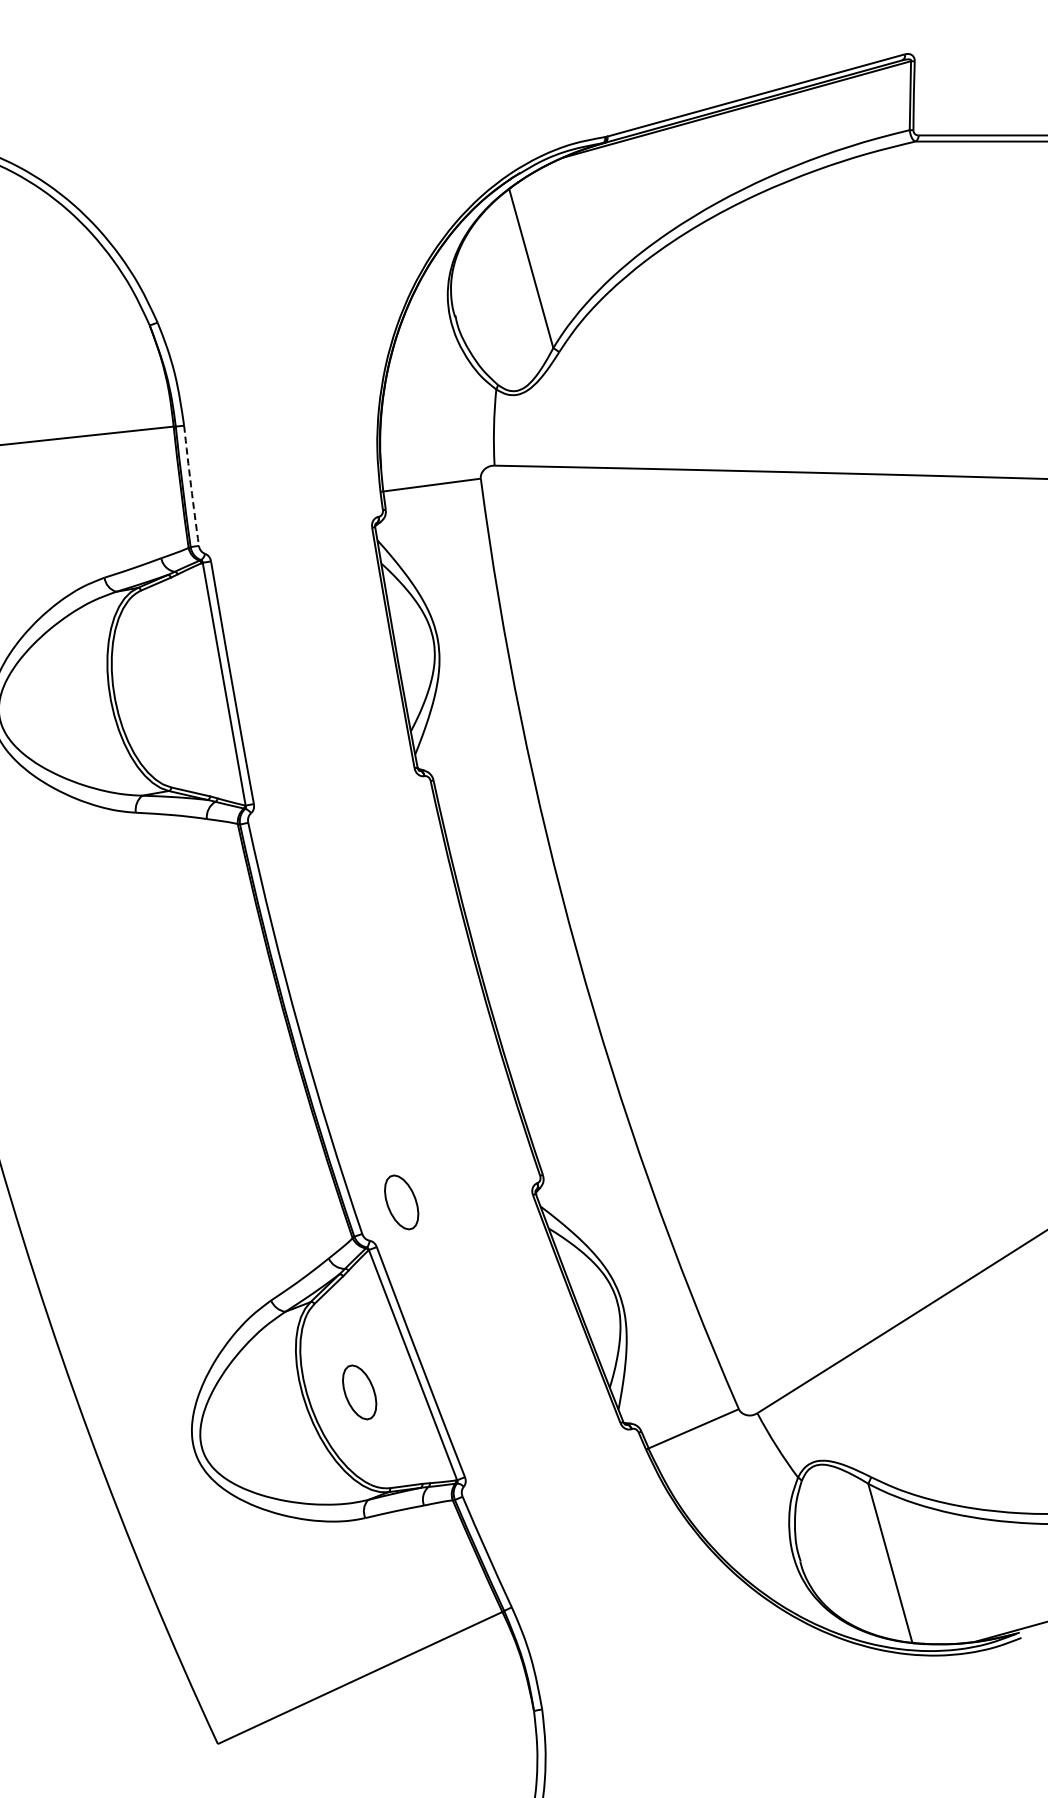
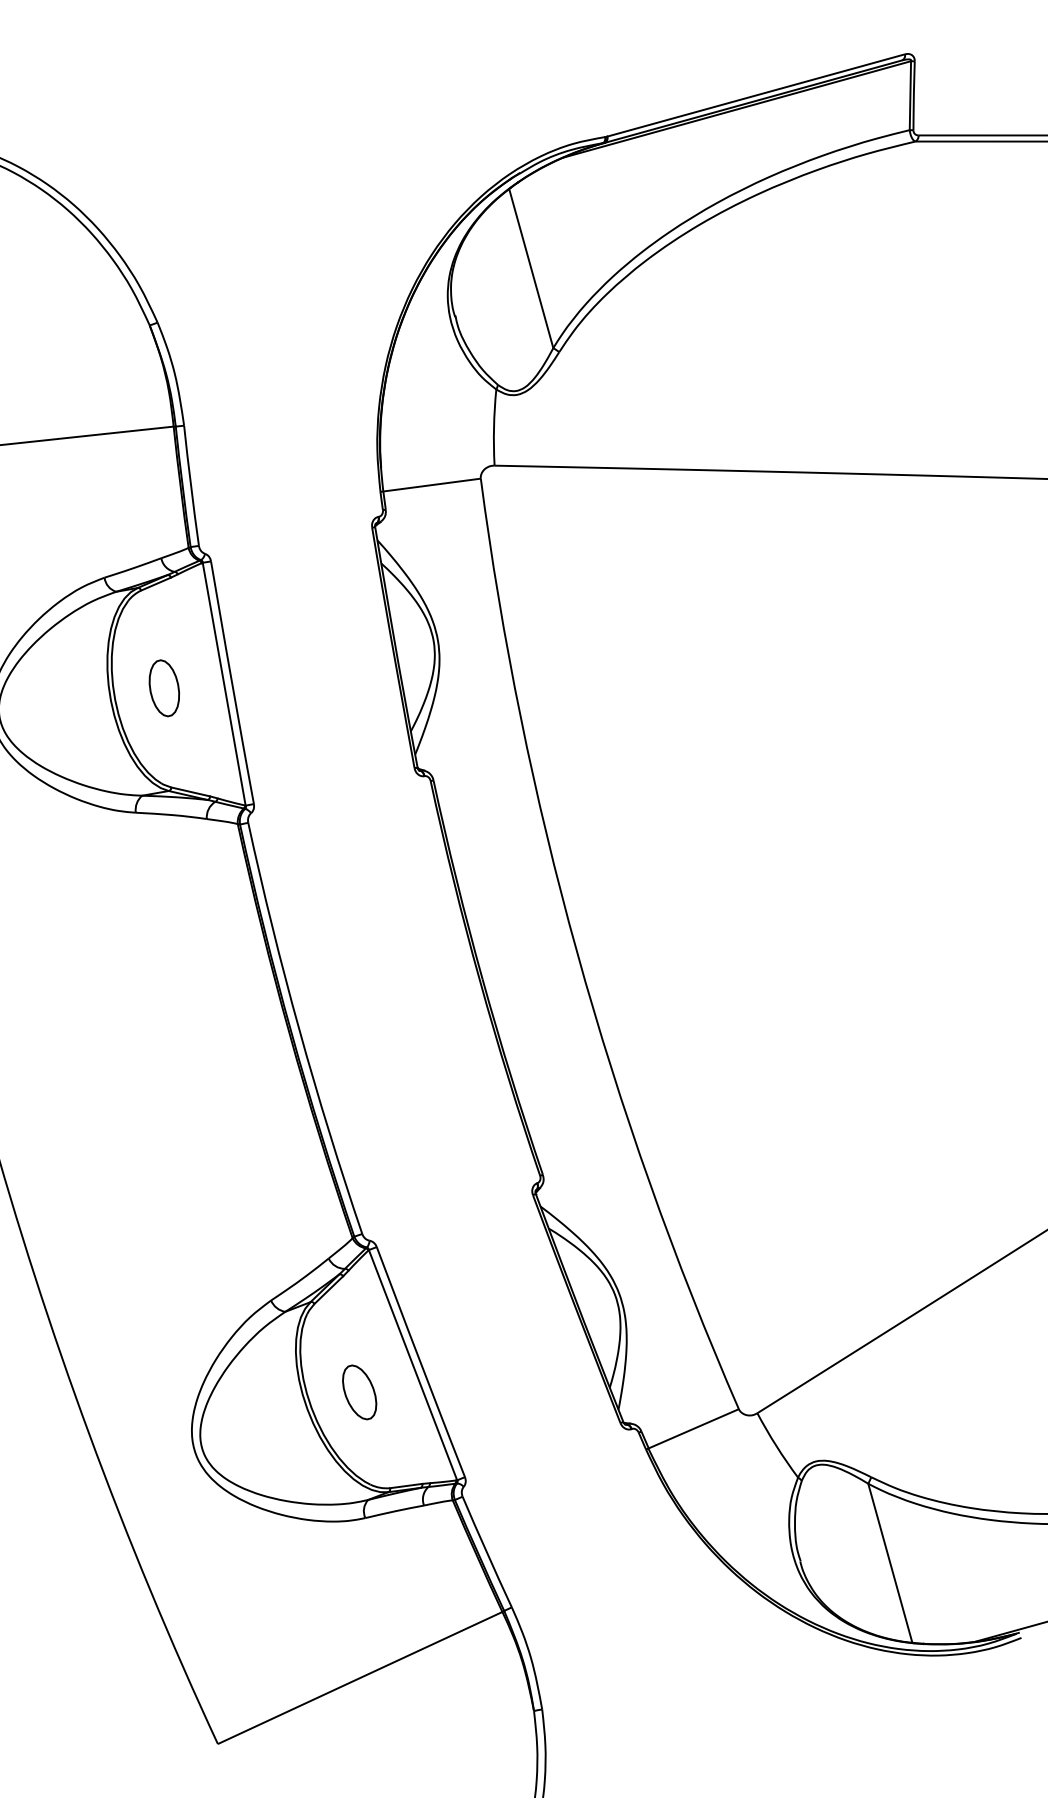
arc at (191, 485): dashed -> solid
part at (164, 688): none -> present
part at (401, 1202): present -> none
